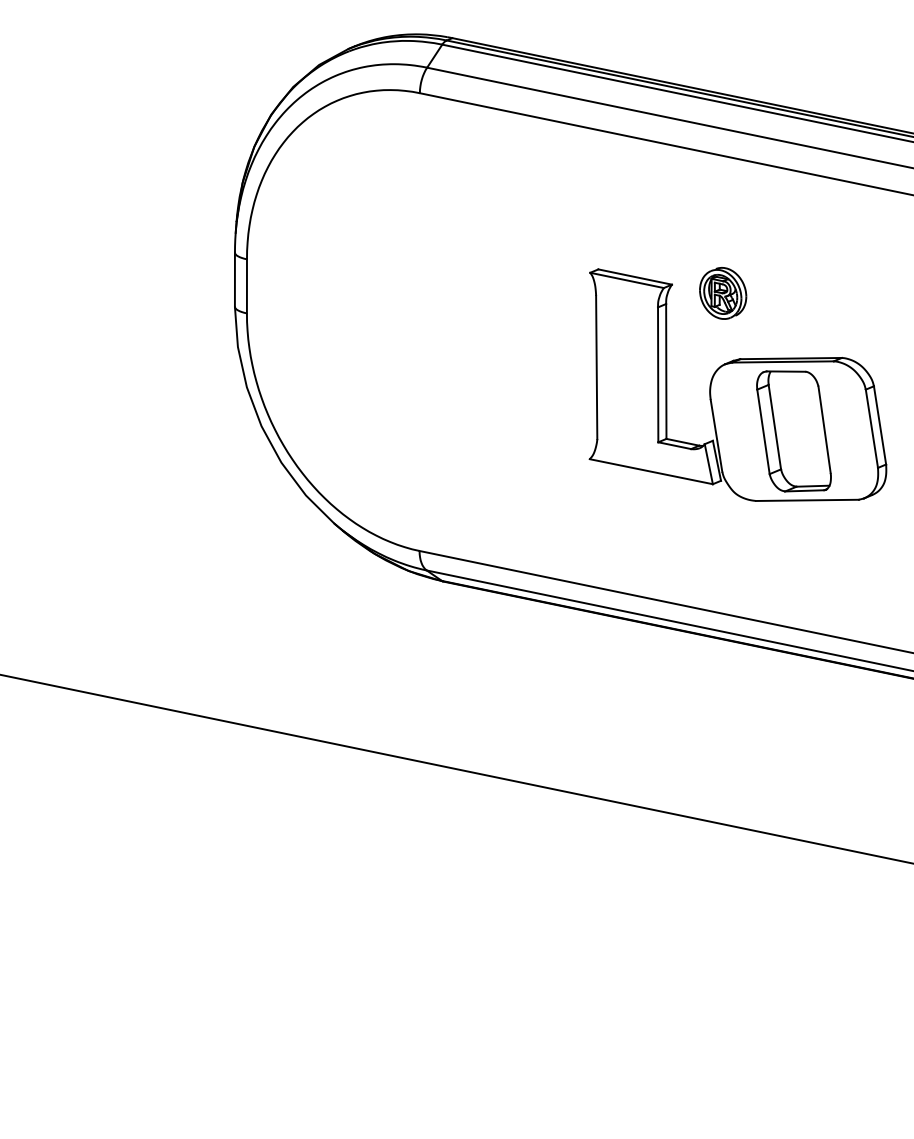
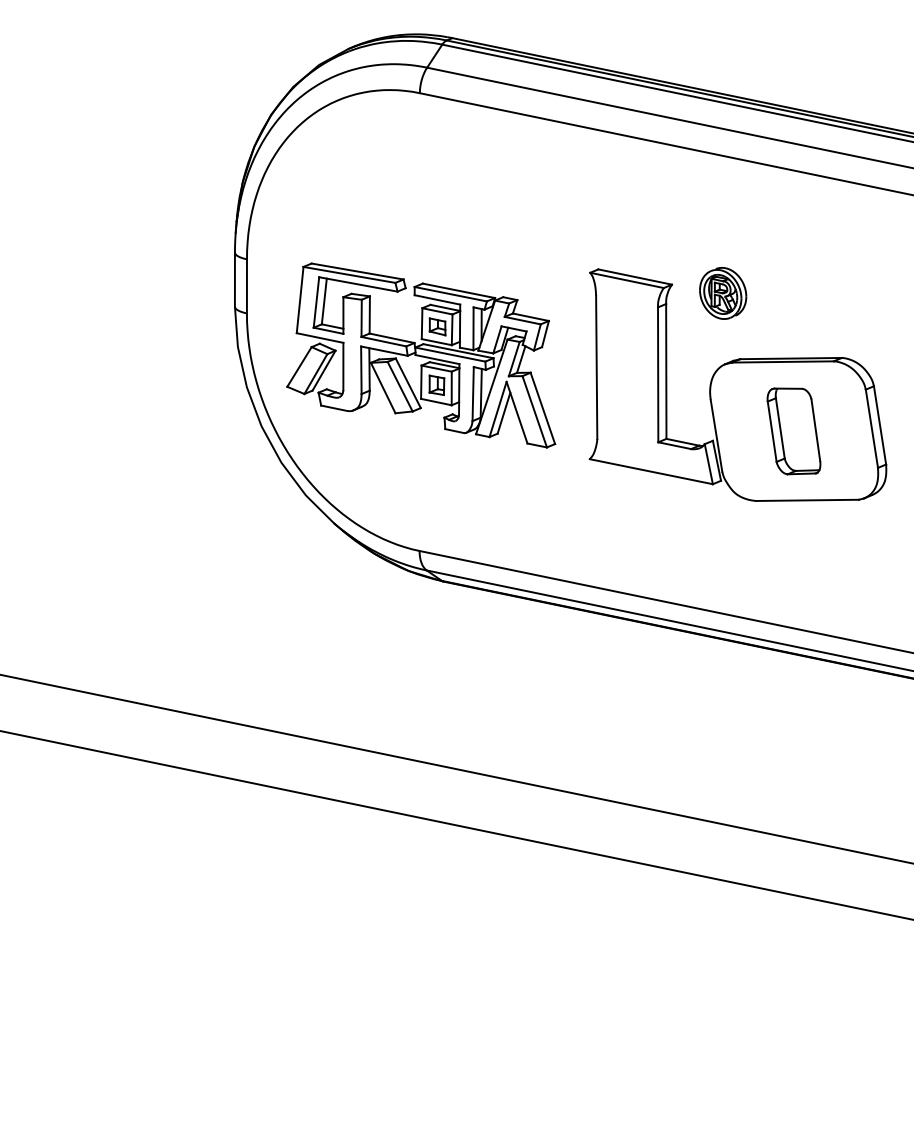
part at (421, 355): none -> present
part at (793, 431) size: 76x123 px -> 56x89 px
line at (456, 825): none -> present
